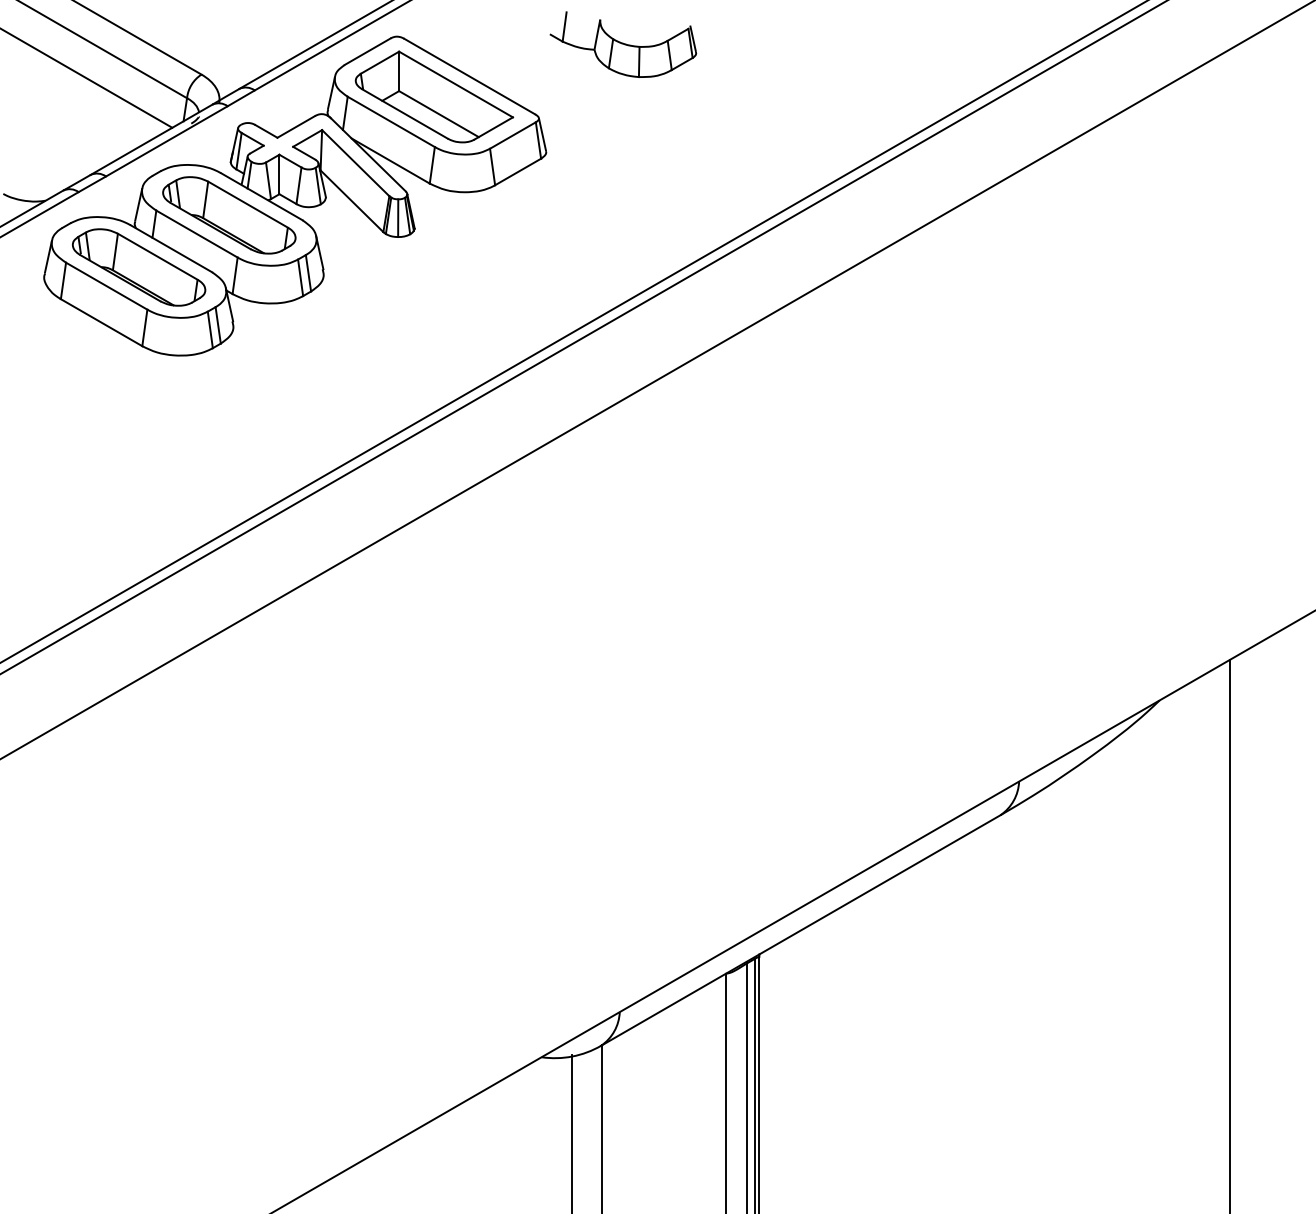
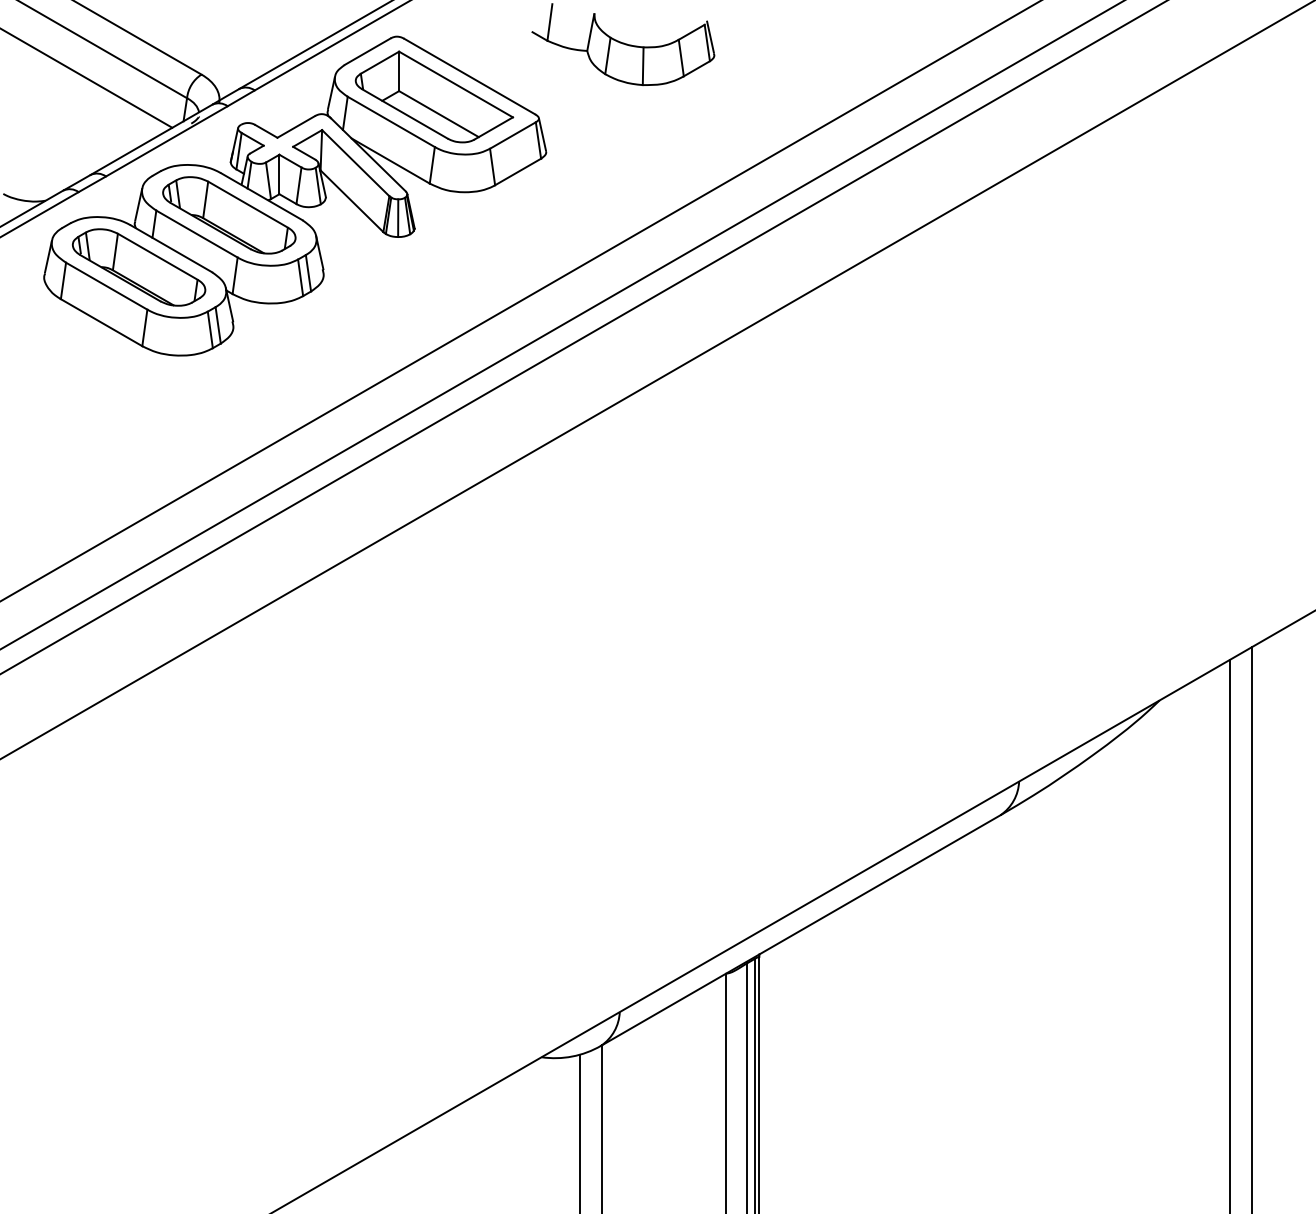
part at (623, 44) size: 149x67 px -> 185x84 px
line at (520, 301): none -> present
line at (573, 331) position: (573, 331) -> (561, 325)
line at (1251, 928): none -> present
line at (572, 1132) position: (572, 1132) -> (580, 1132)
